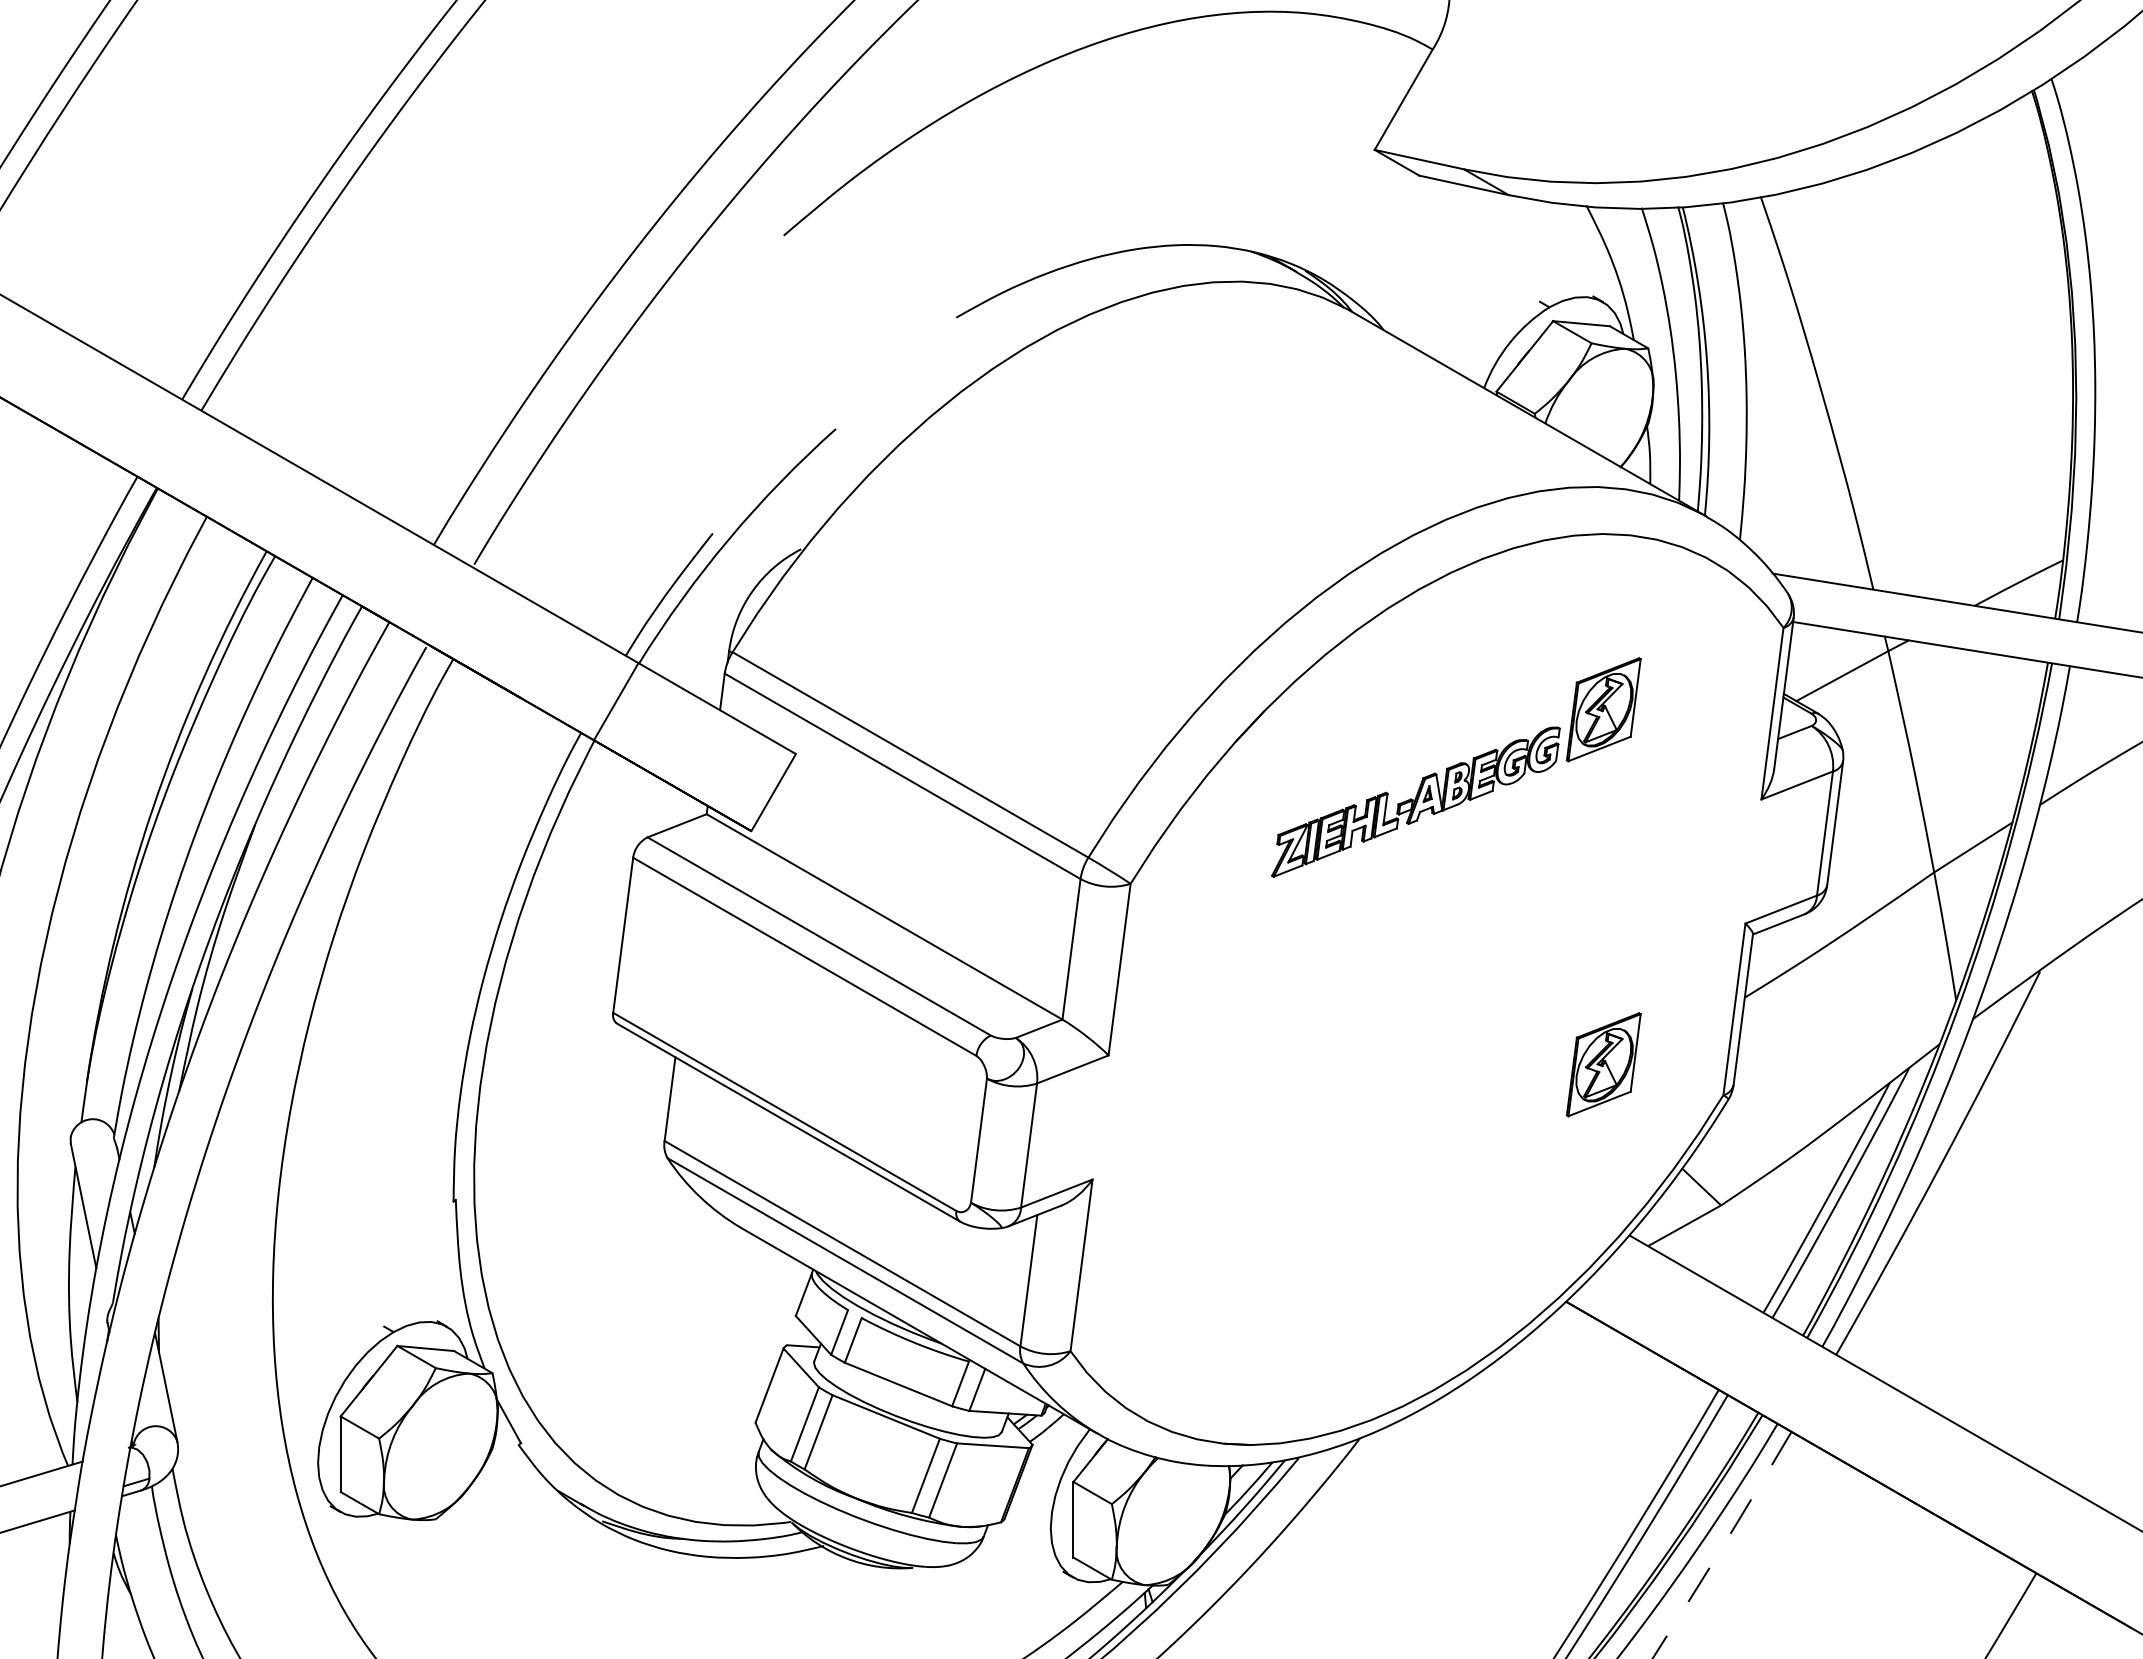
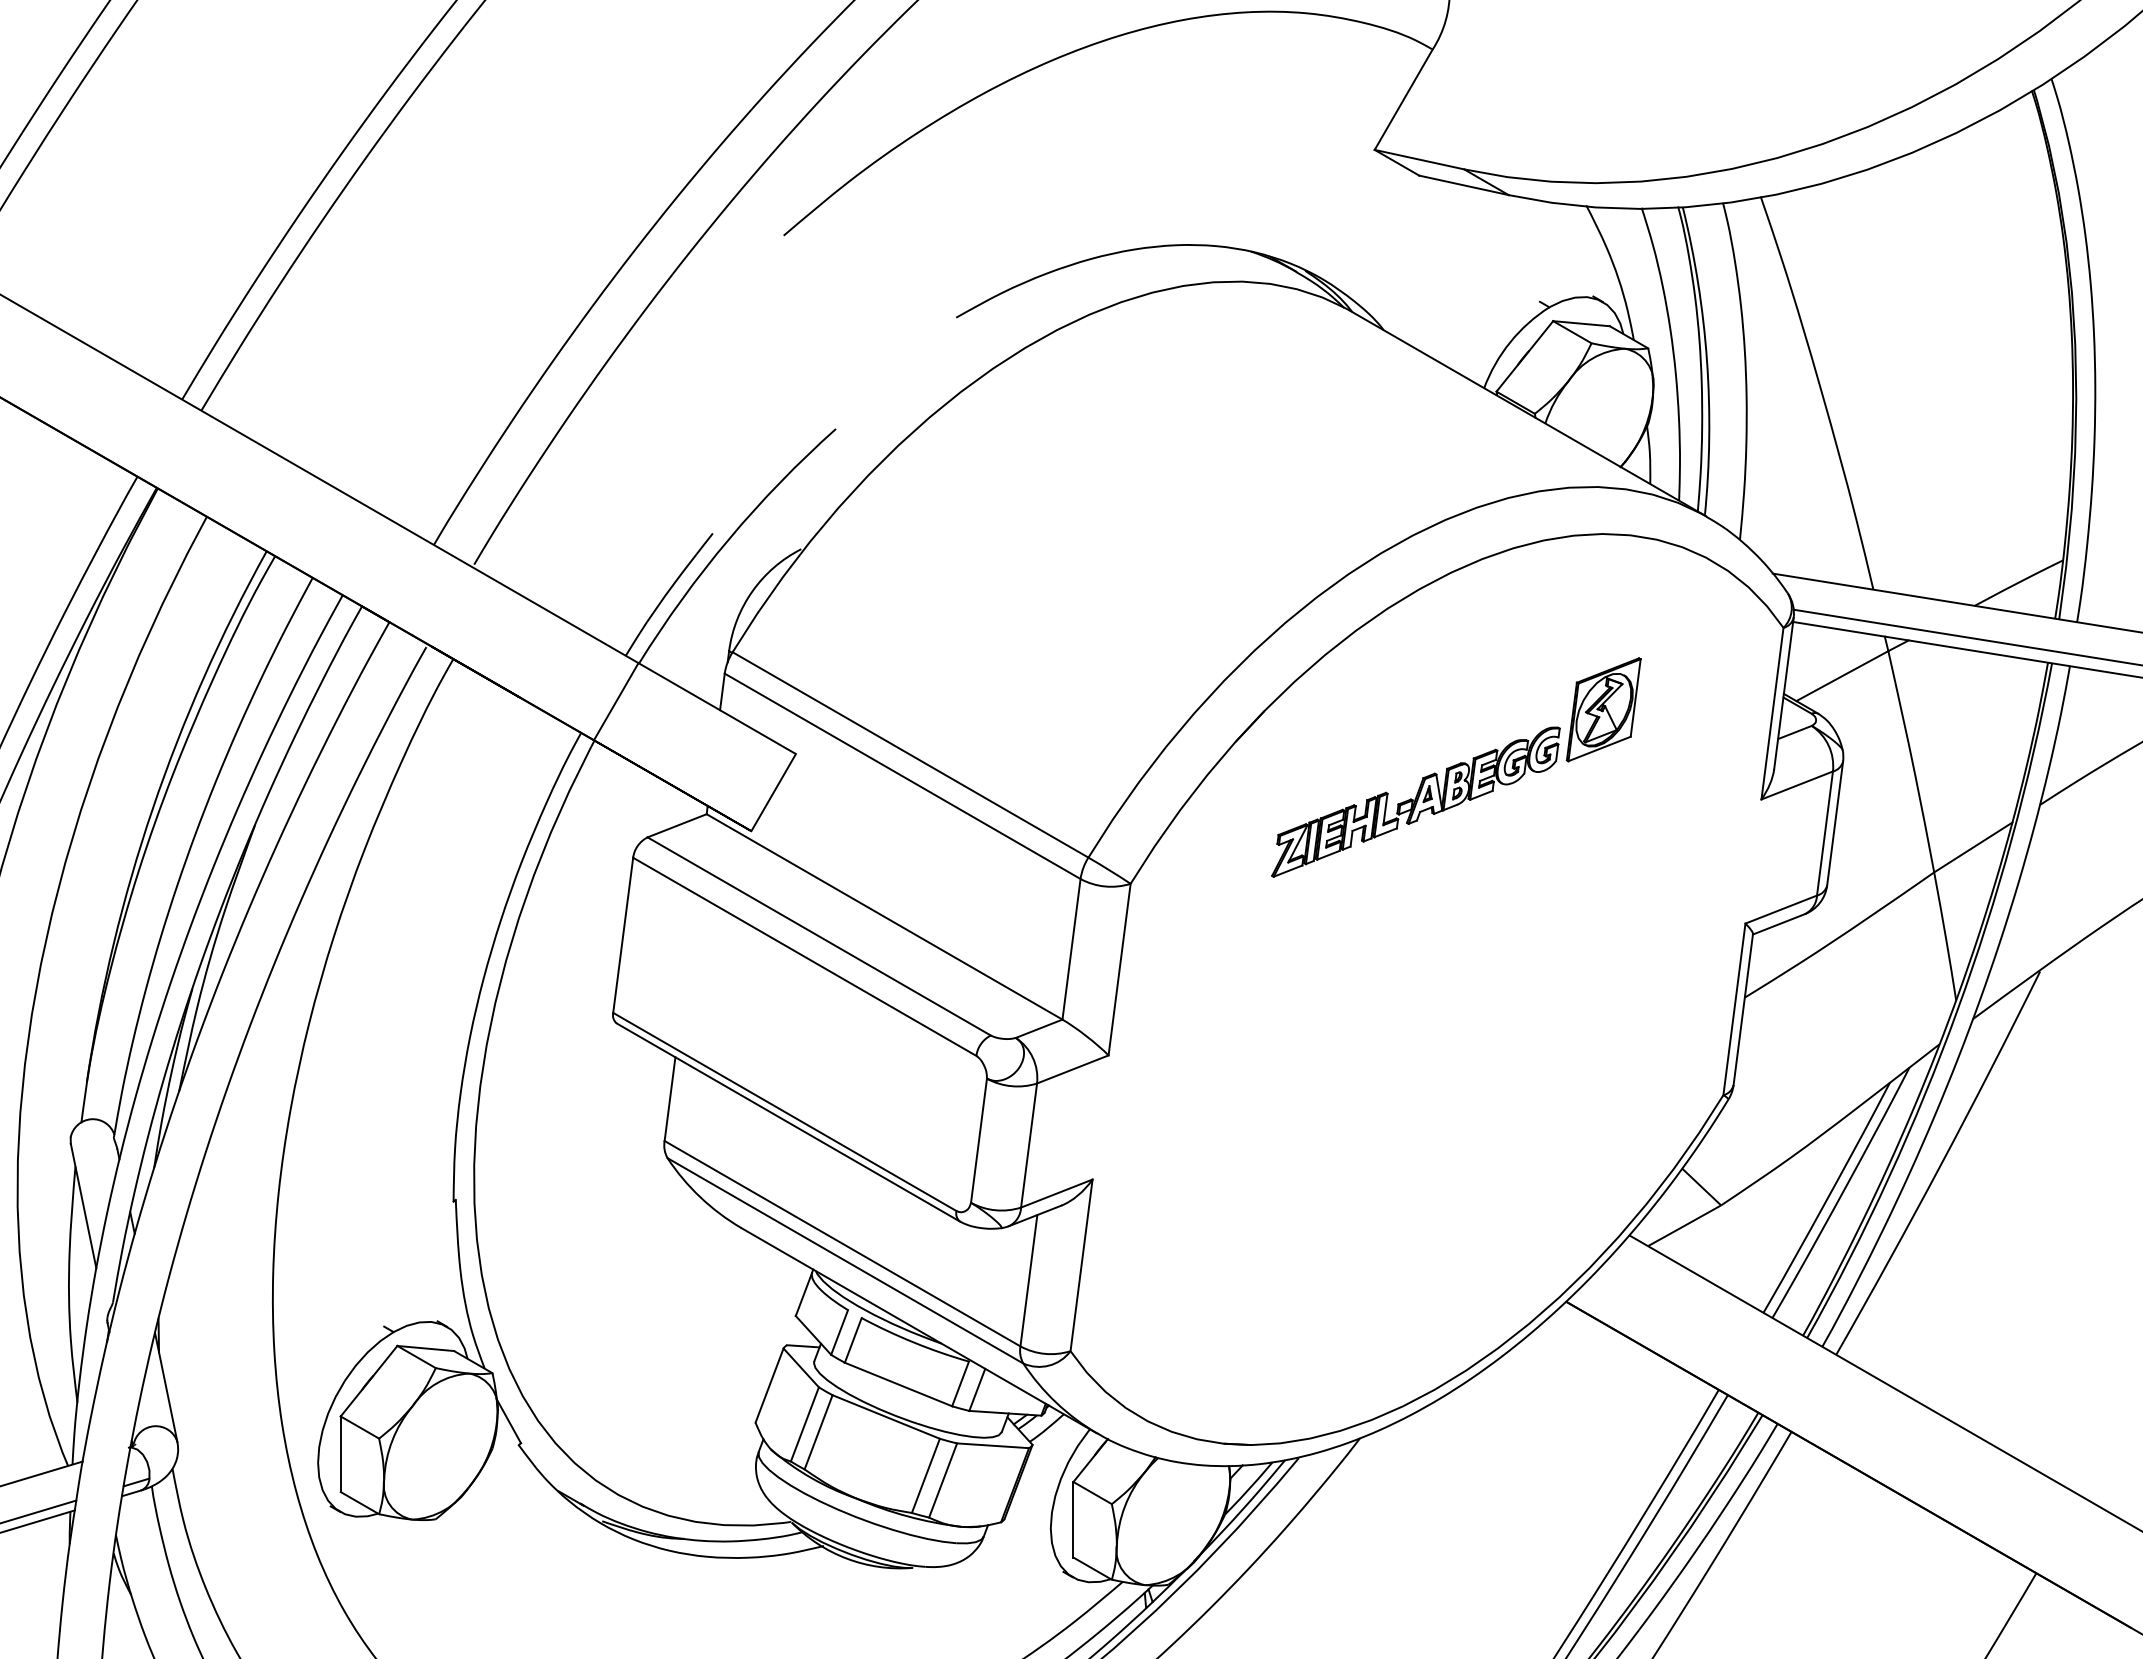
line at (1966, 636): none -> present
part at (1603, 1064): present -> none
line at (39, 1511): none -> present
arc at (1723, 1545): dashed -> solid
